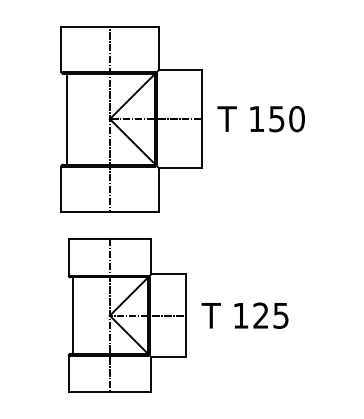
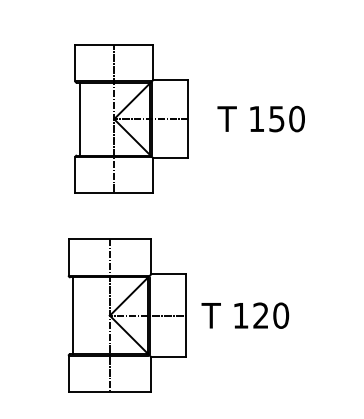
part at (131, 119) size: 143x187 px -> 115x150 px
text at (281, 315): 125 -> 120
